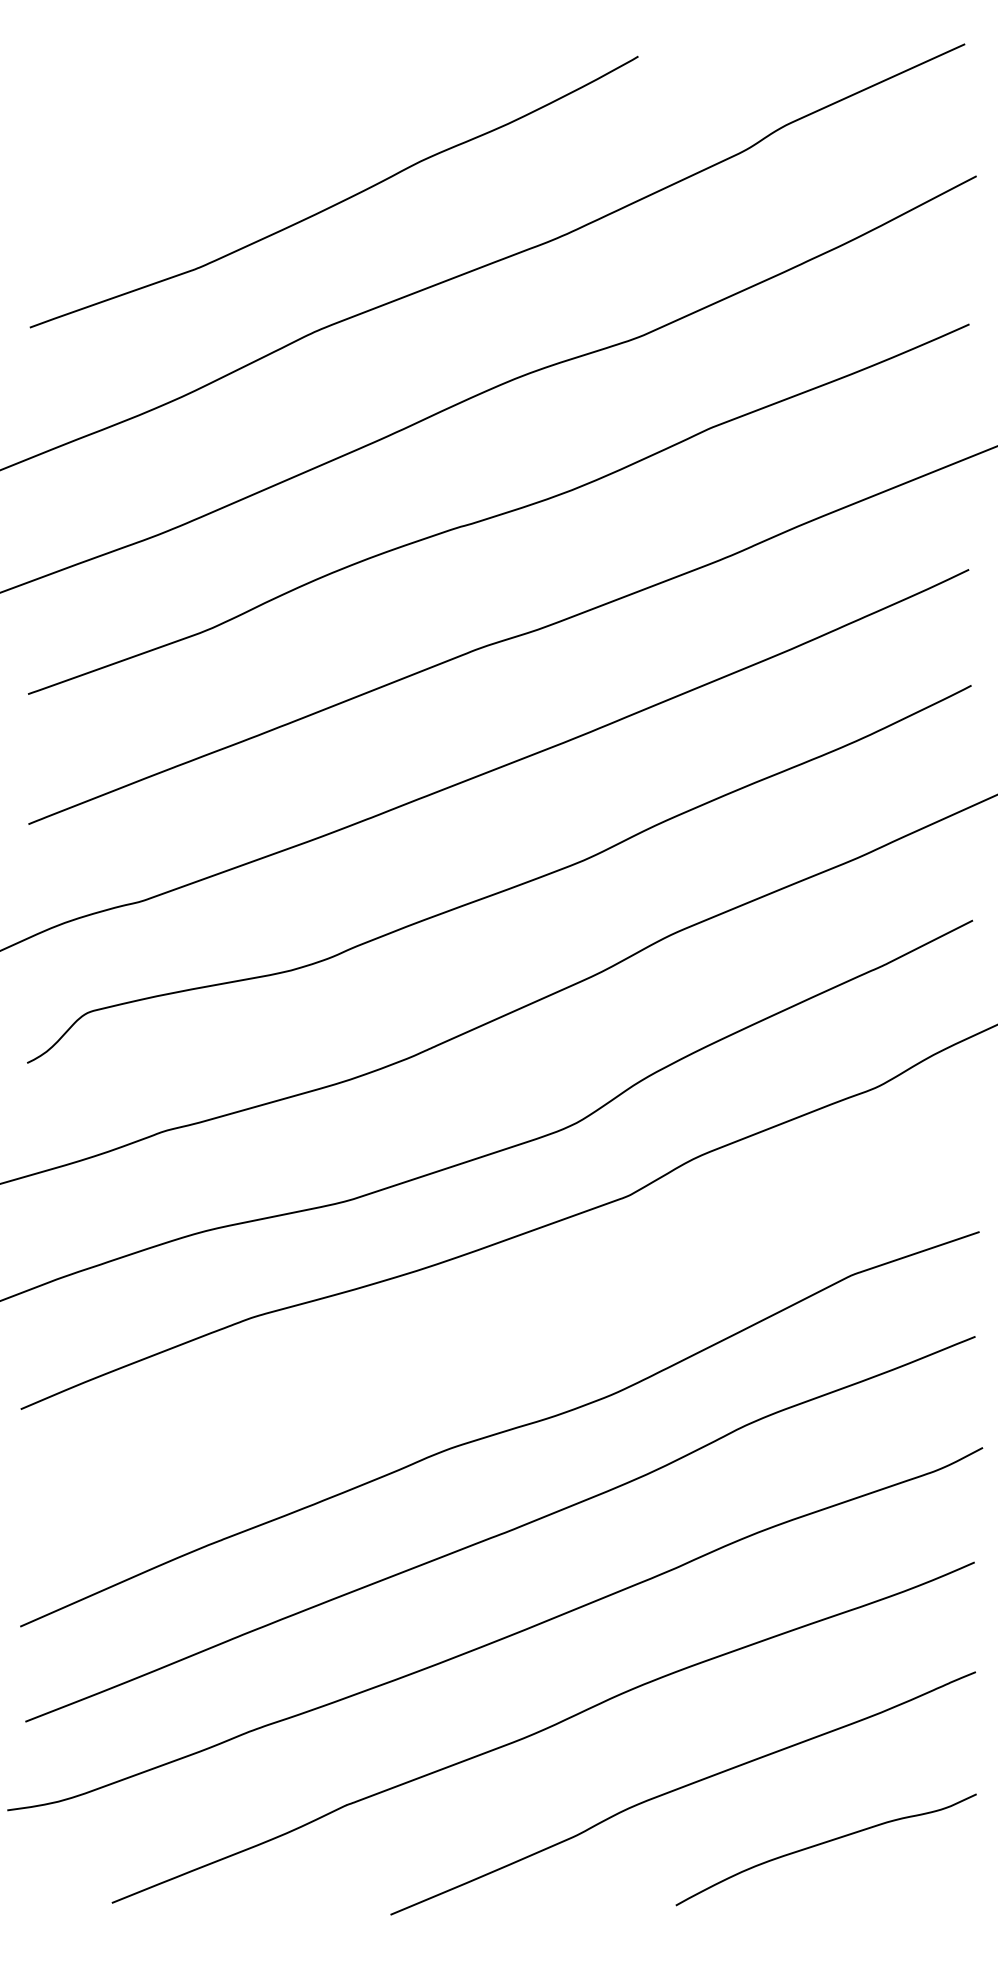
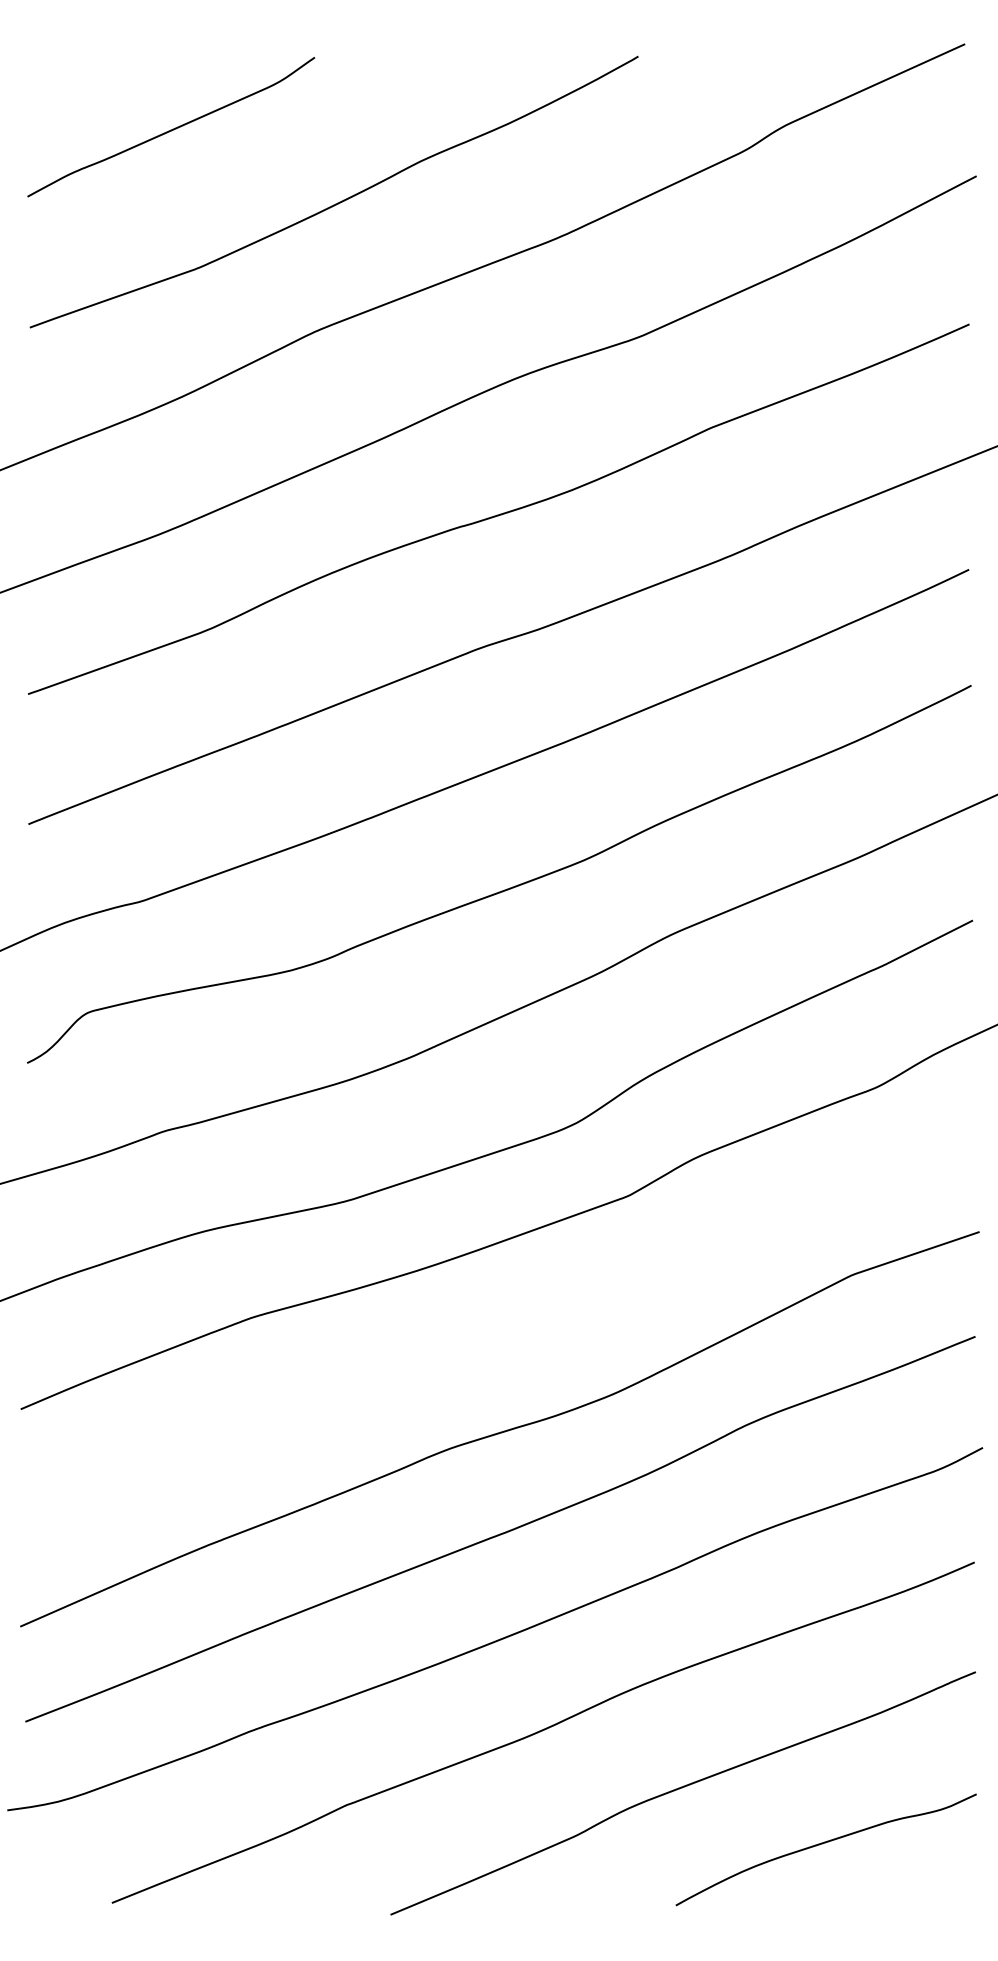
curve at (171, 129): none -> present
